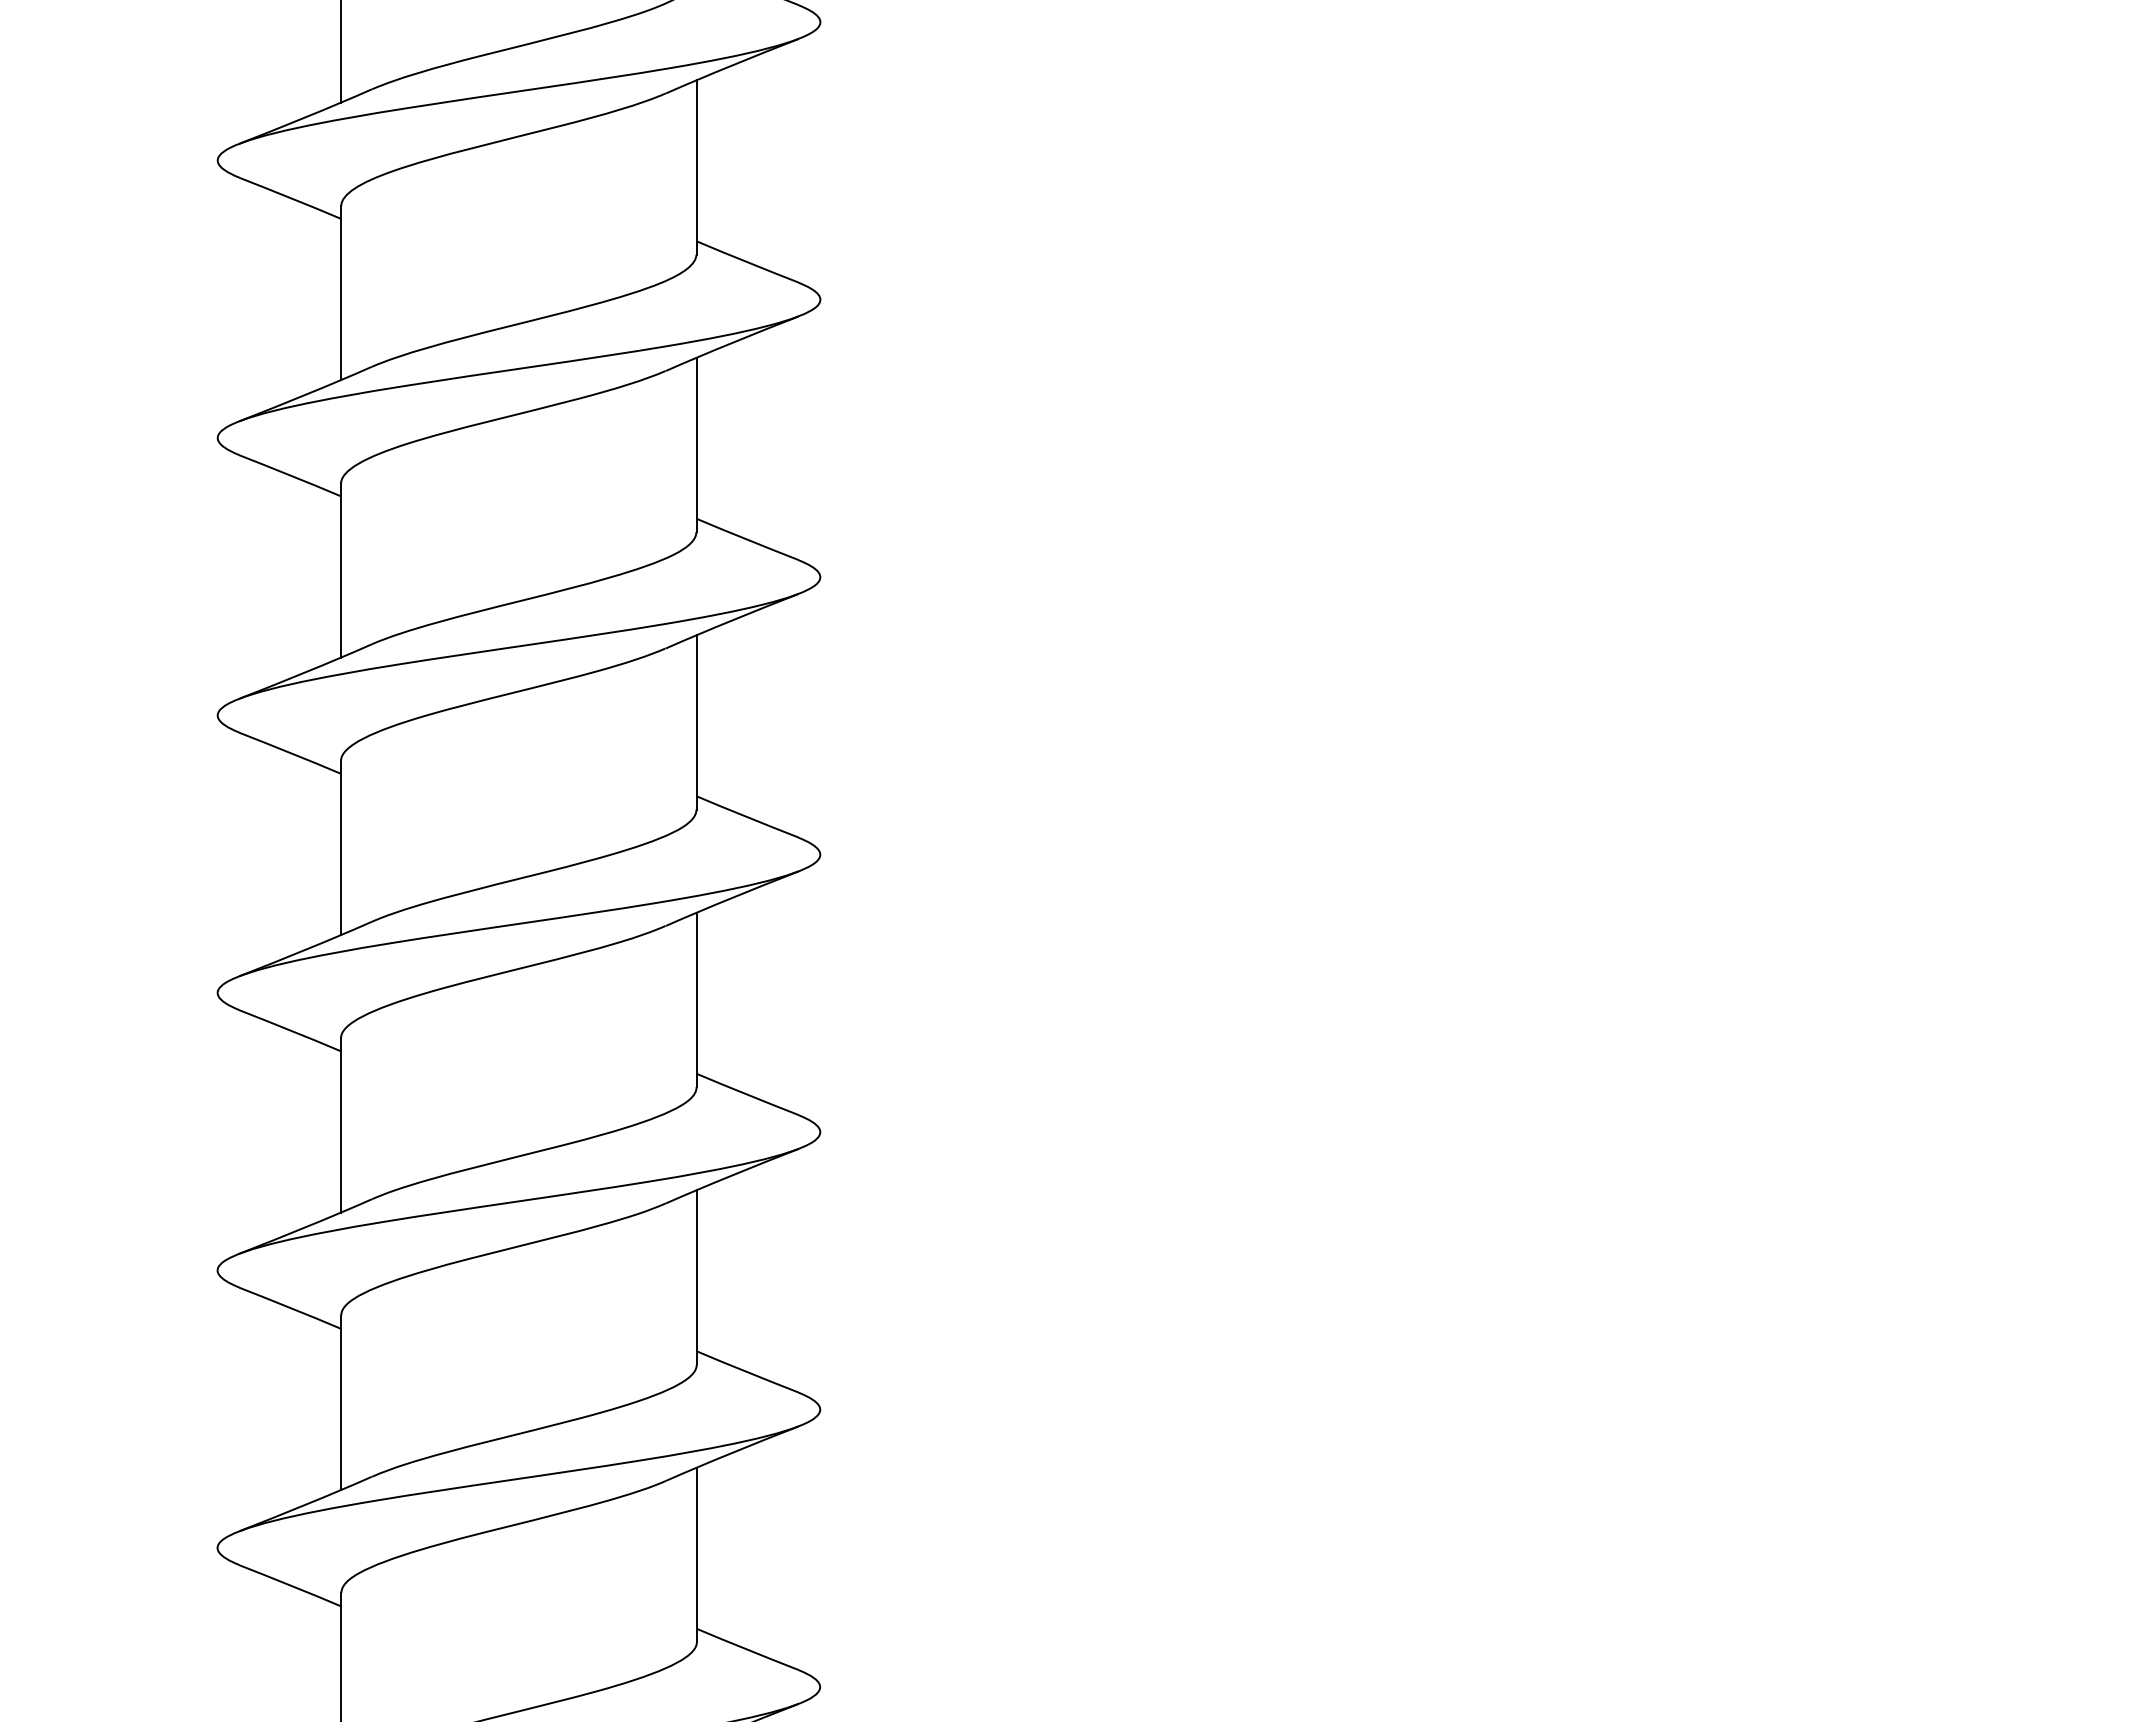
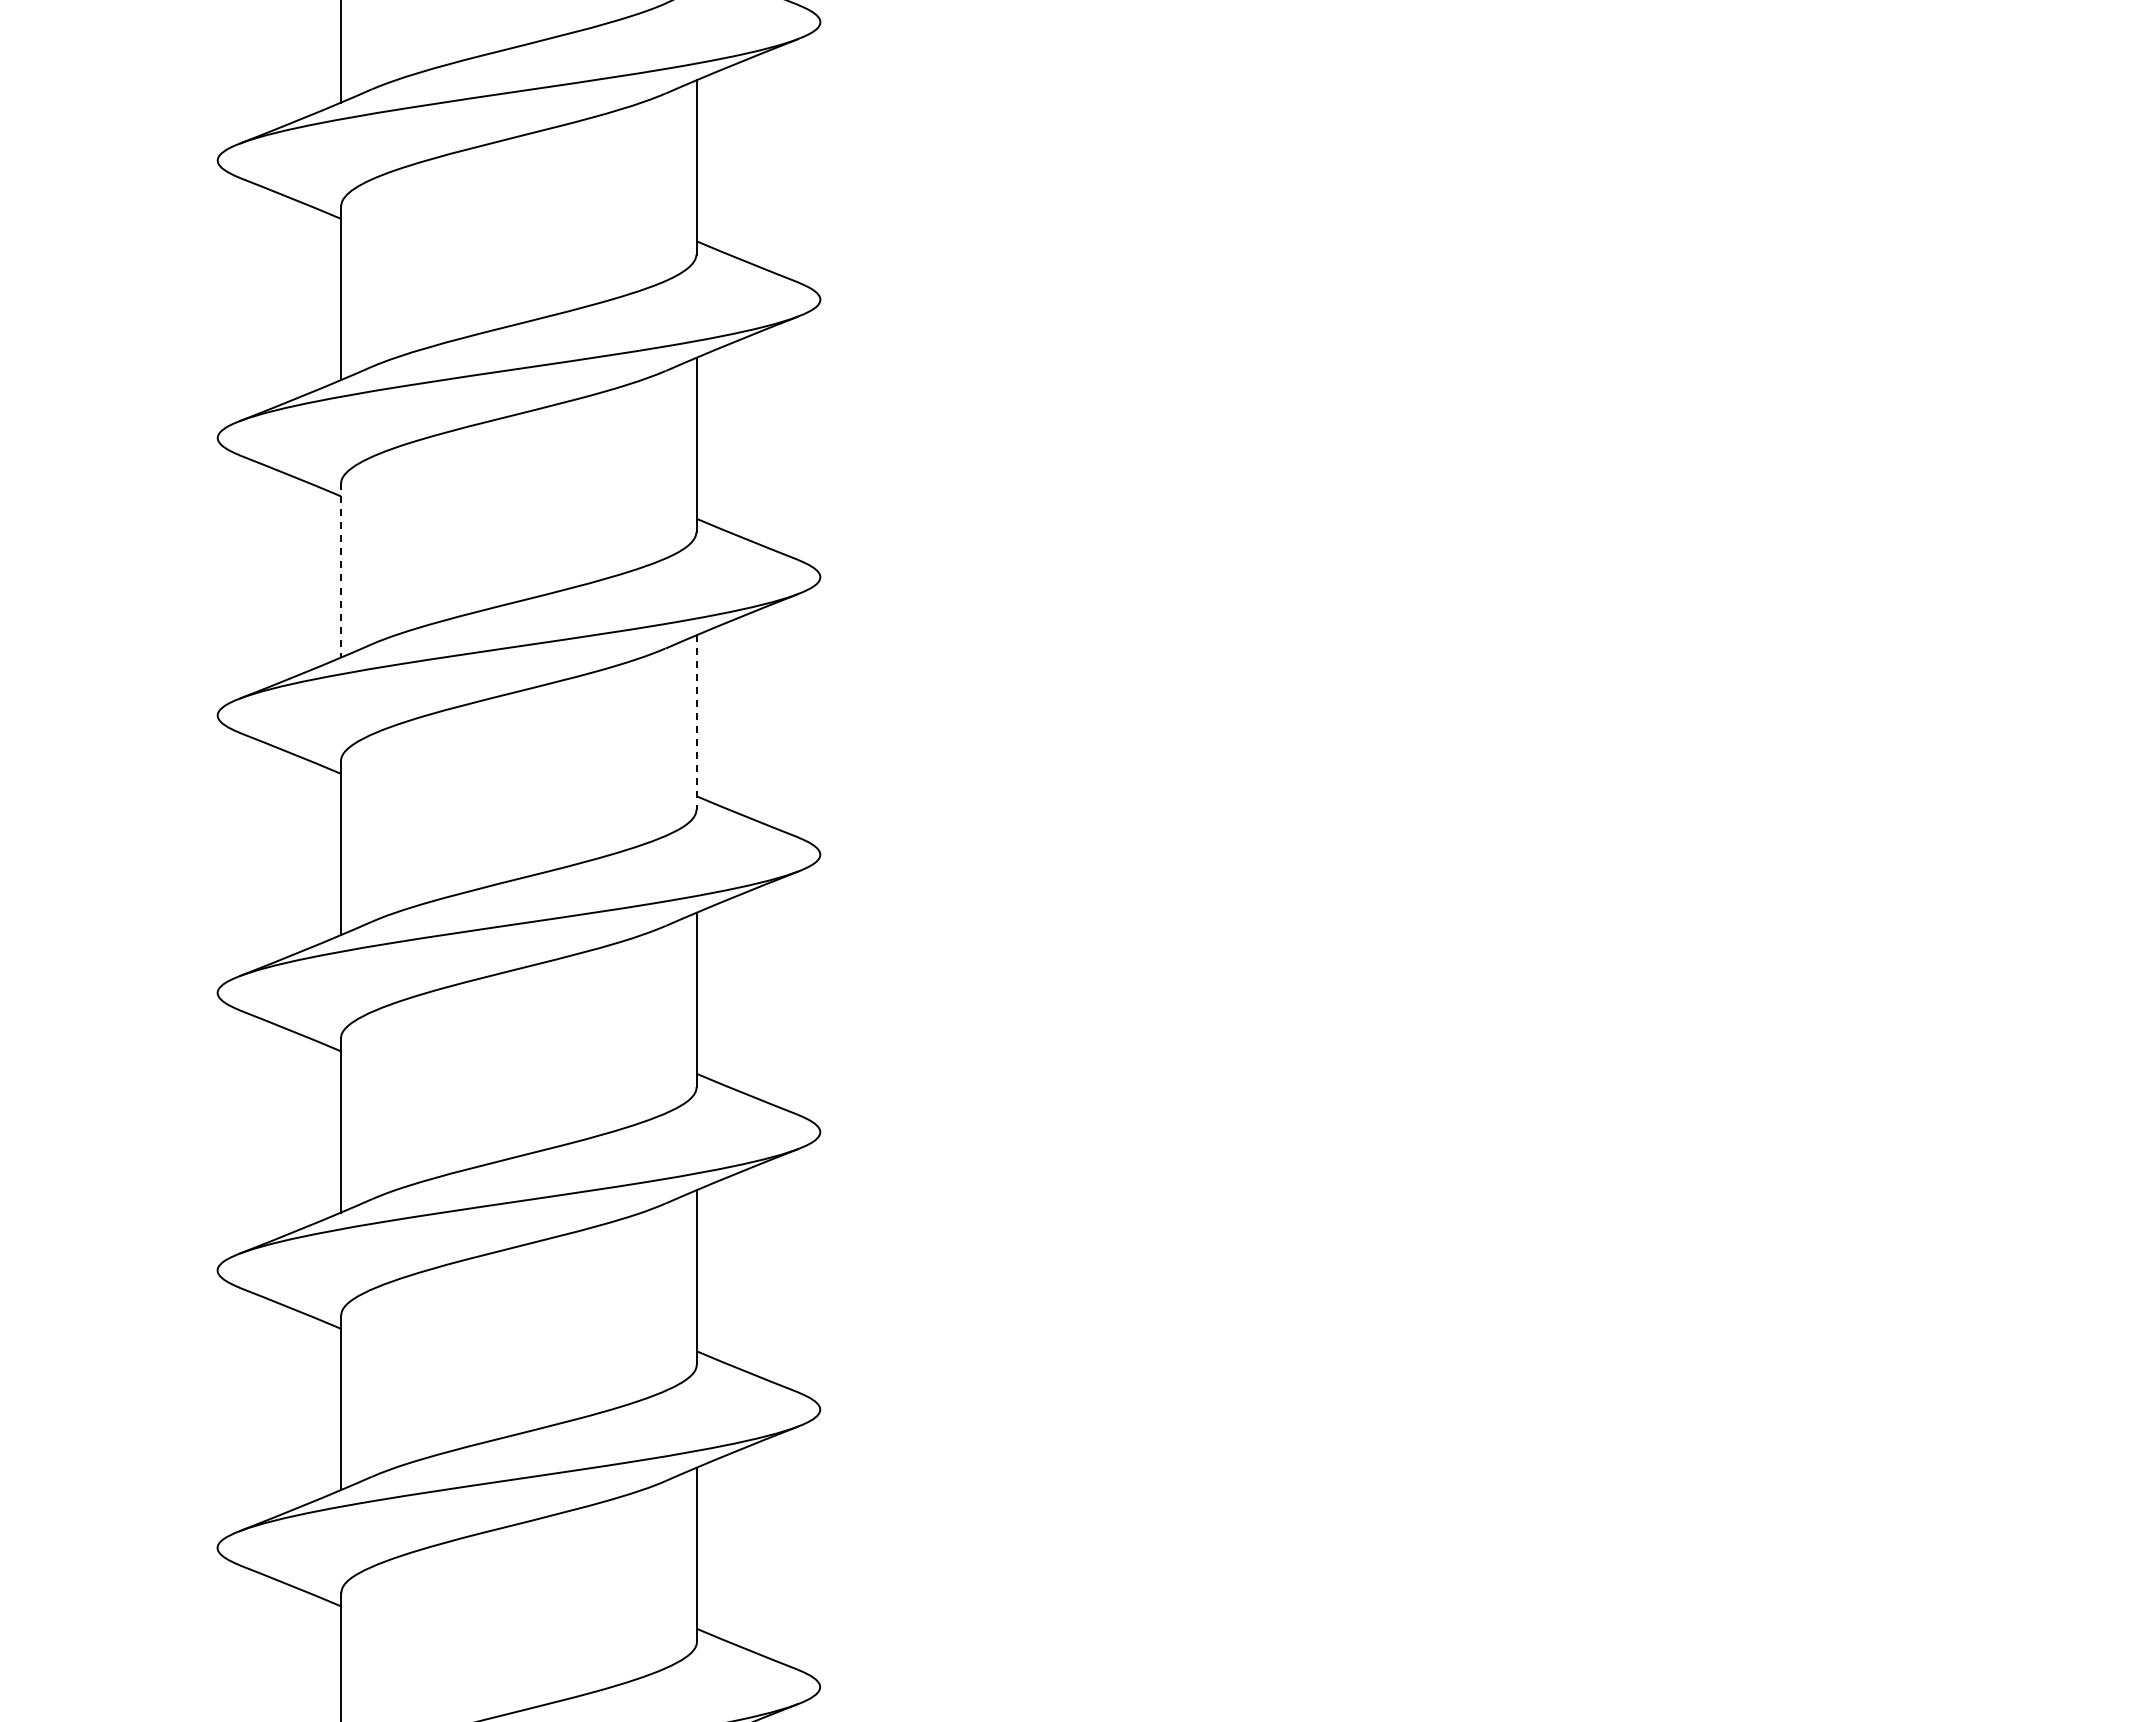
line at (341, 570): solid -> dashed
line at (696, 722): solid -> dashed
